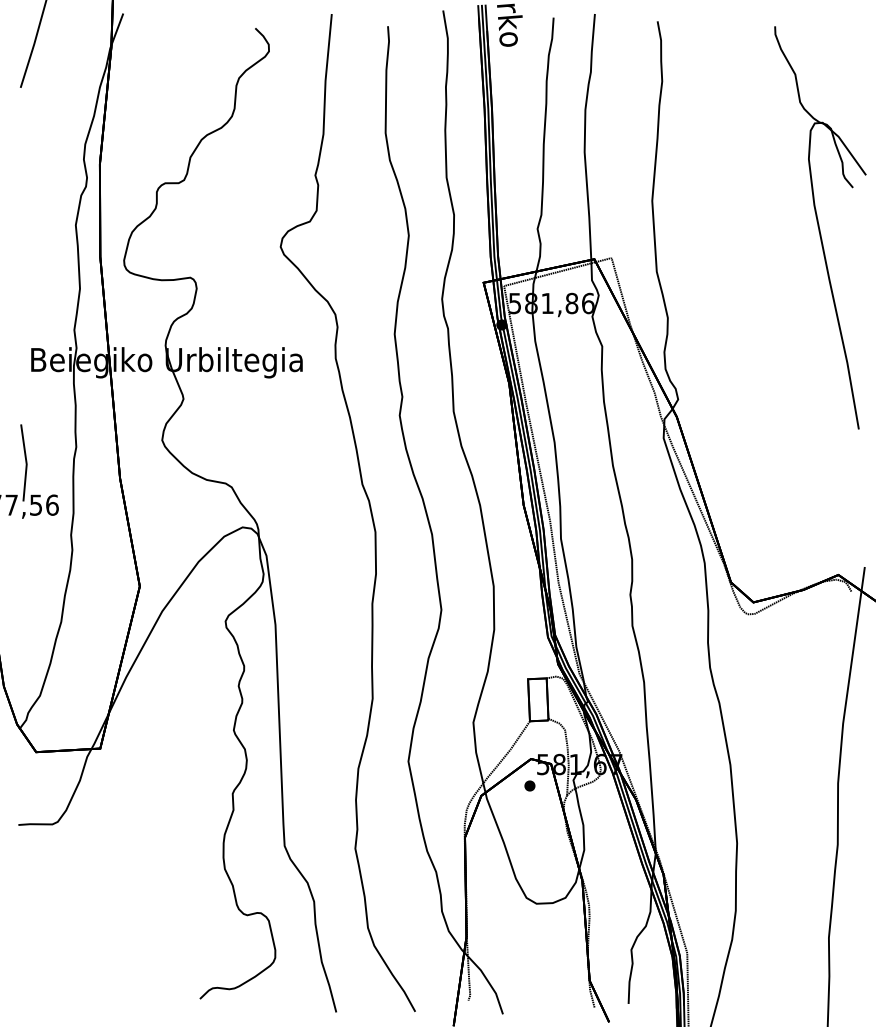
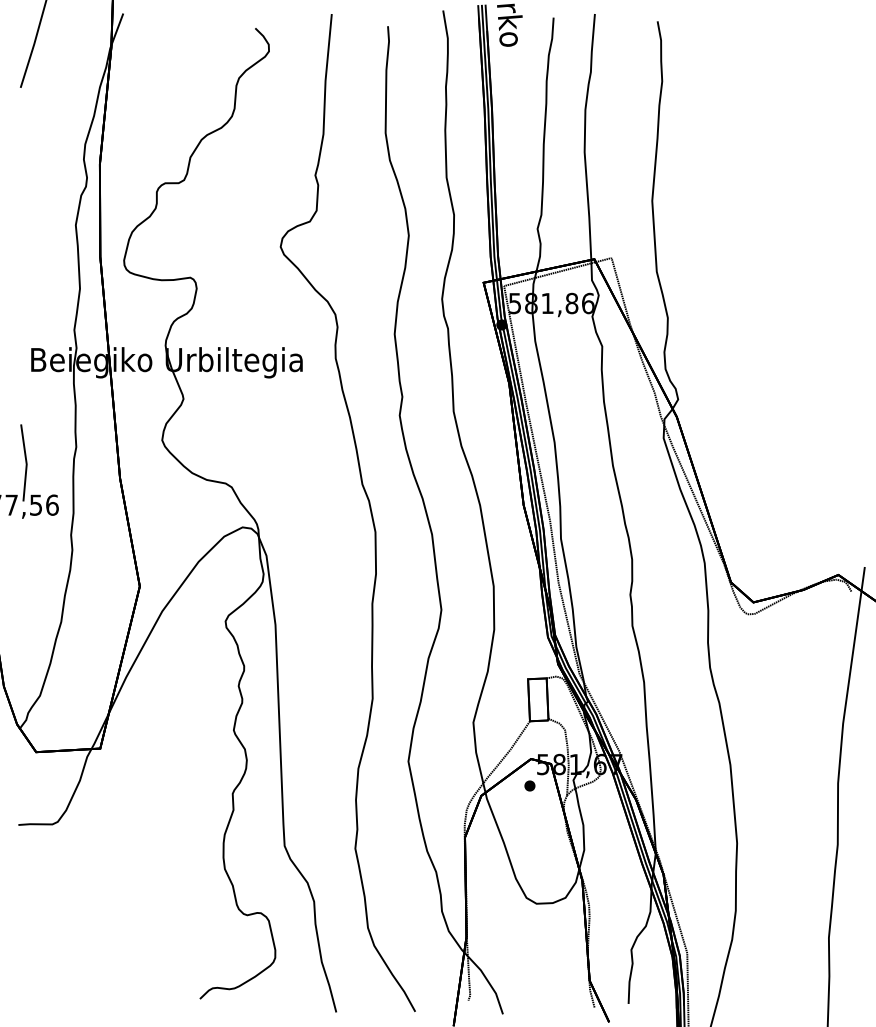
part at (820, 227): present -> none
